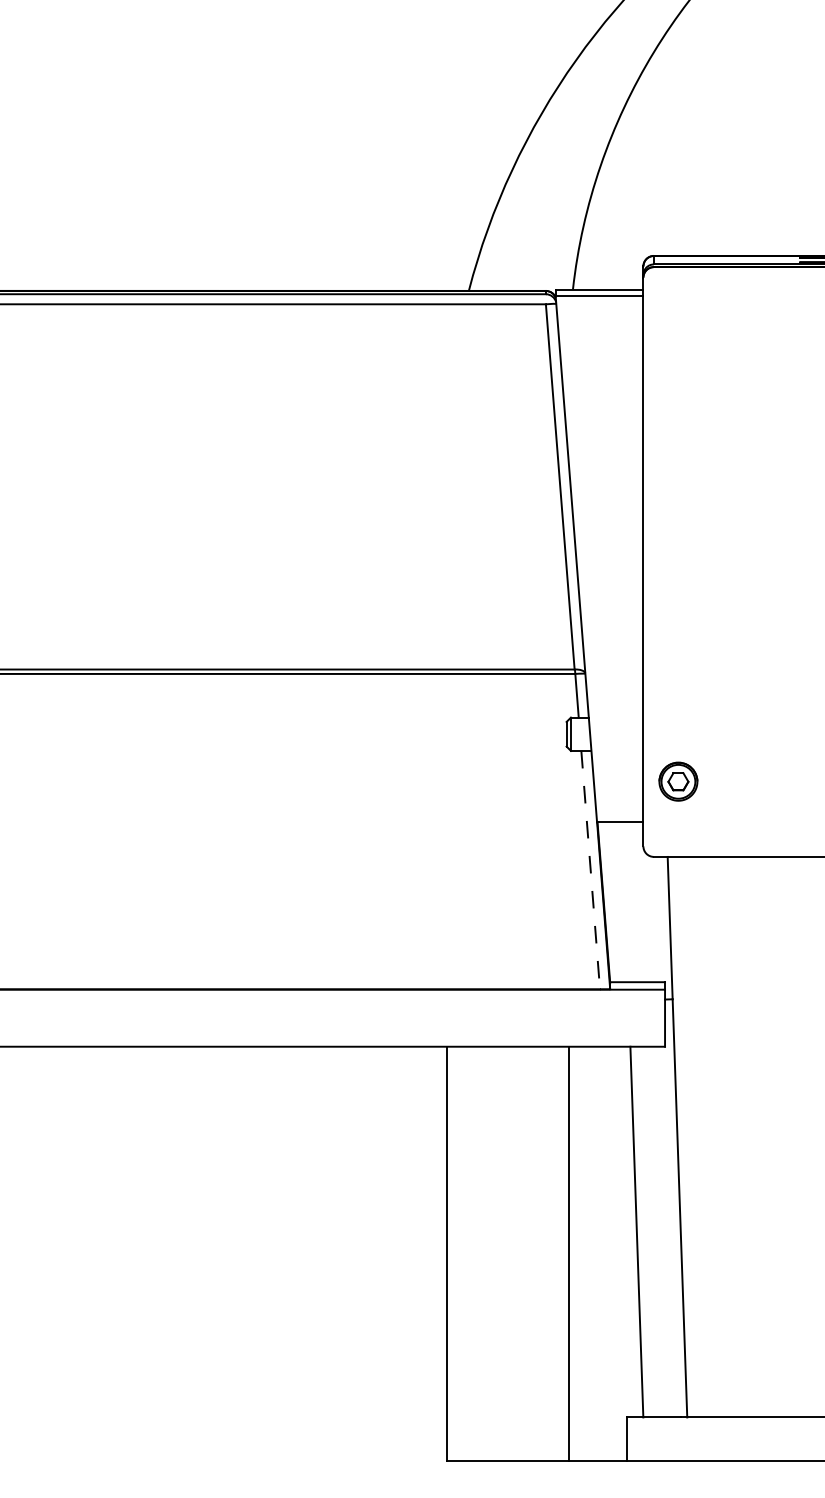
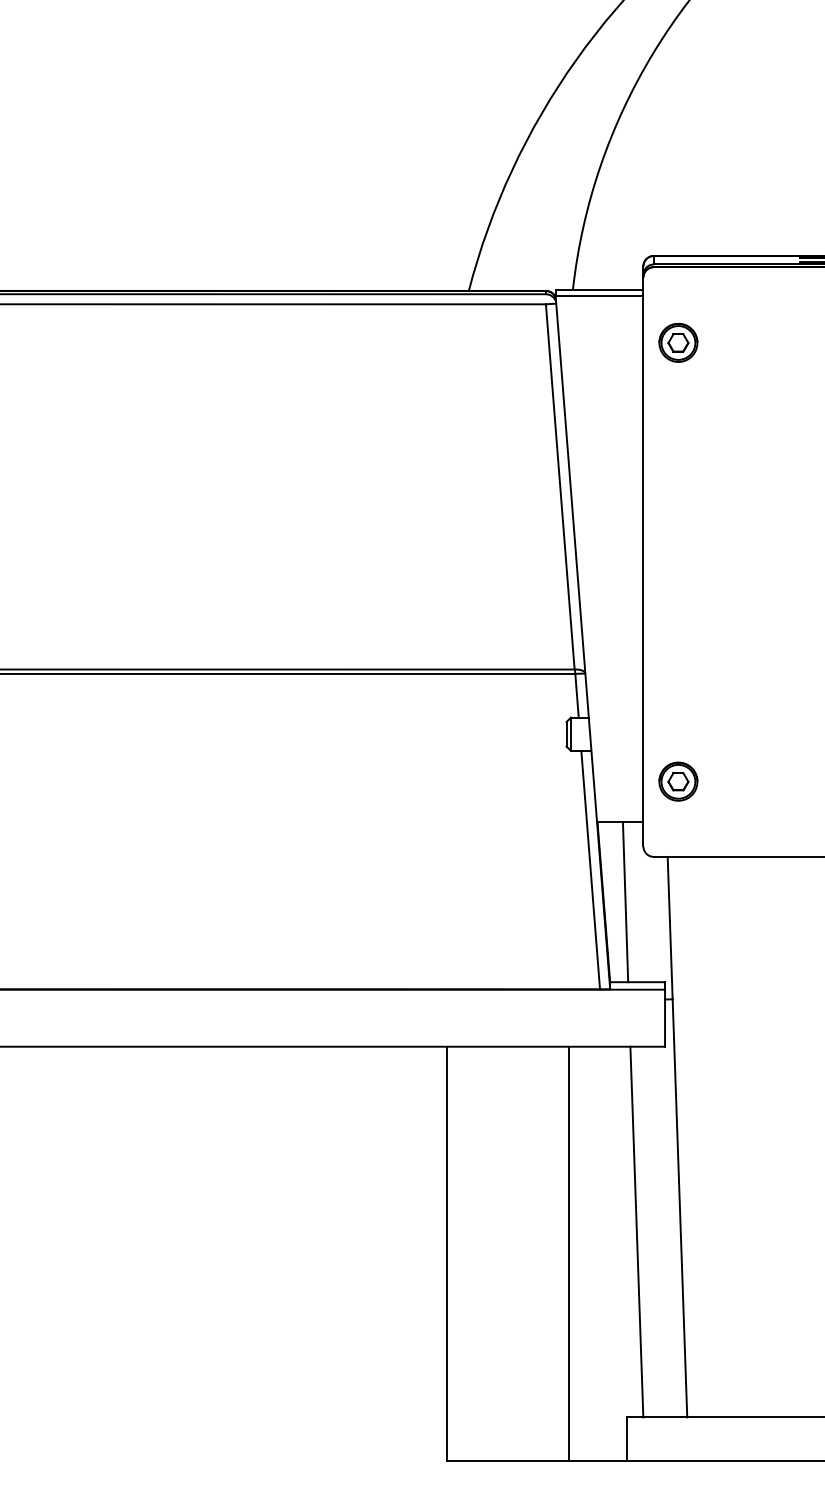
part at (678, 342): none -> present
line at (590, 870): dashed -> solid
line at (625, 902): none -> present
